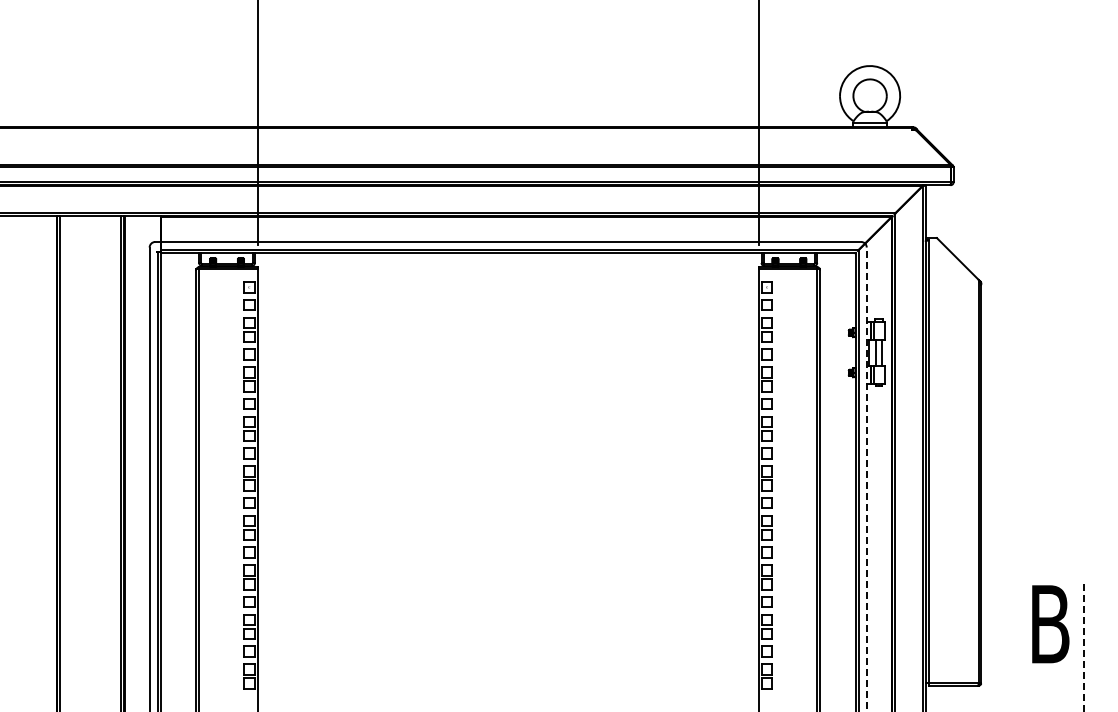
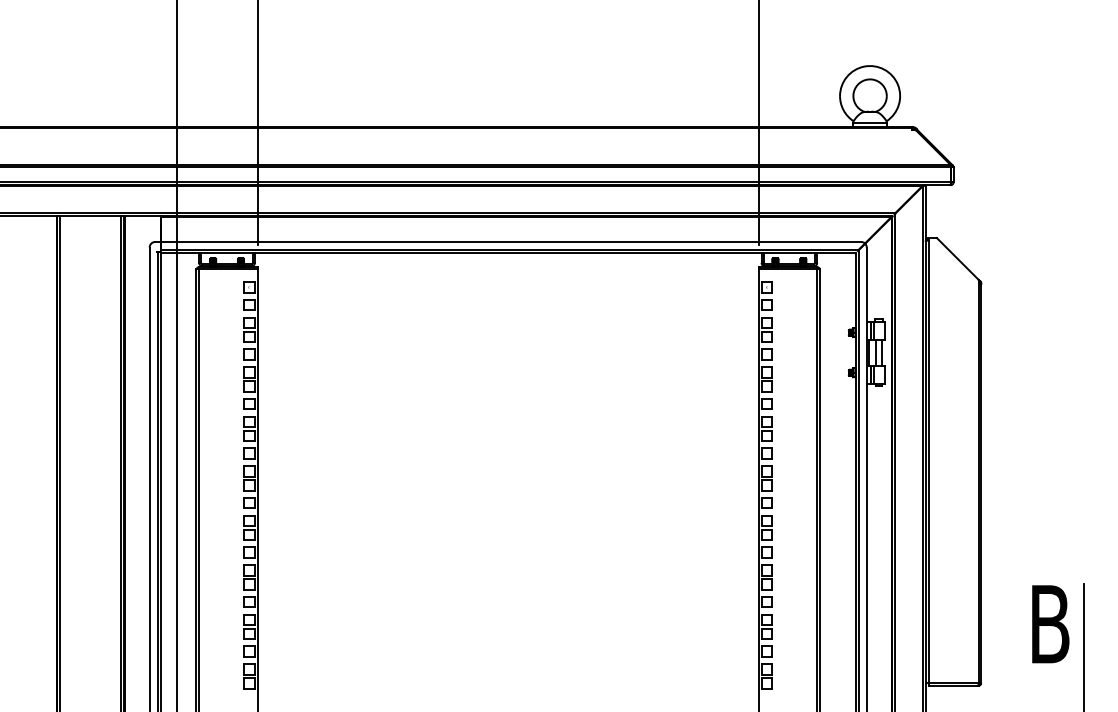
line at (176, 355): none -> present
line at (866, 479): dashed -> solid
line at (1084, 648): dashed -> solid
